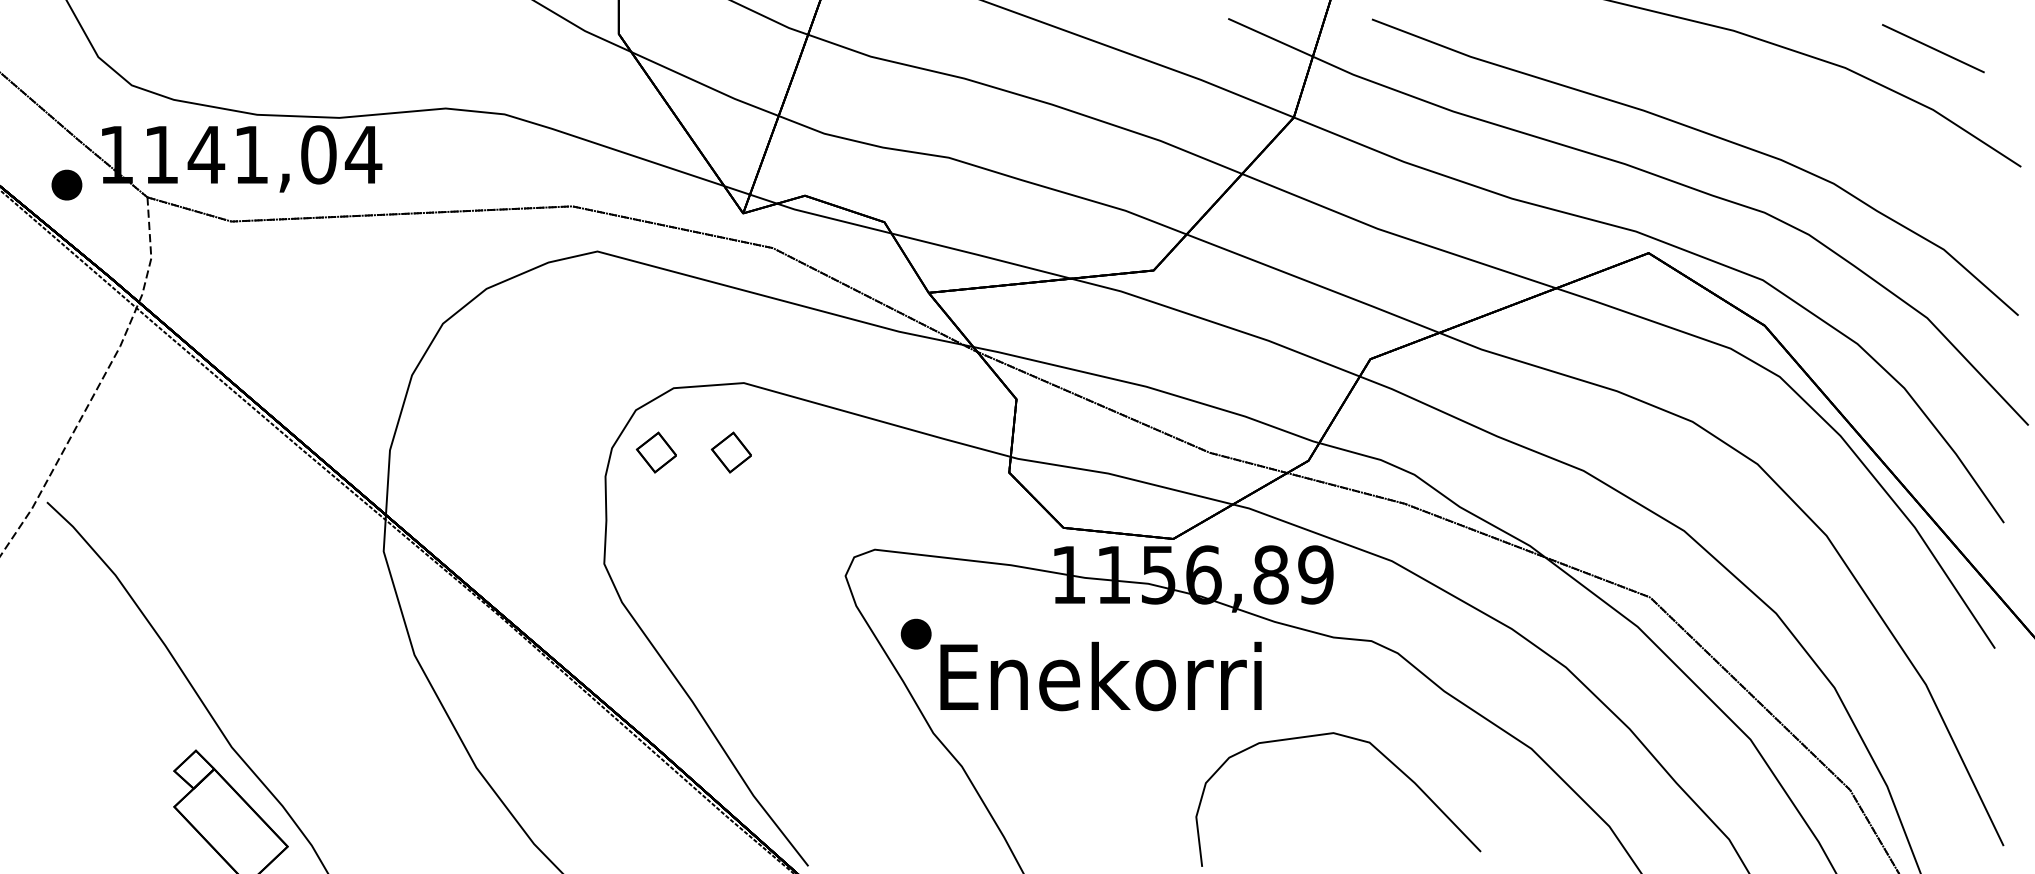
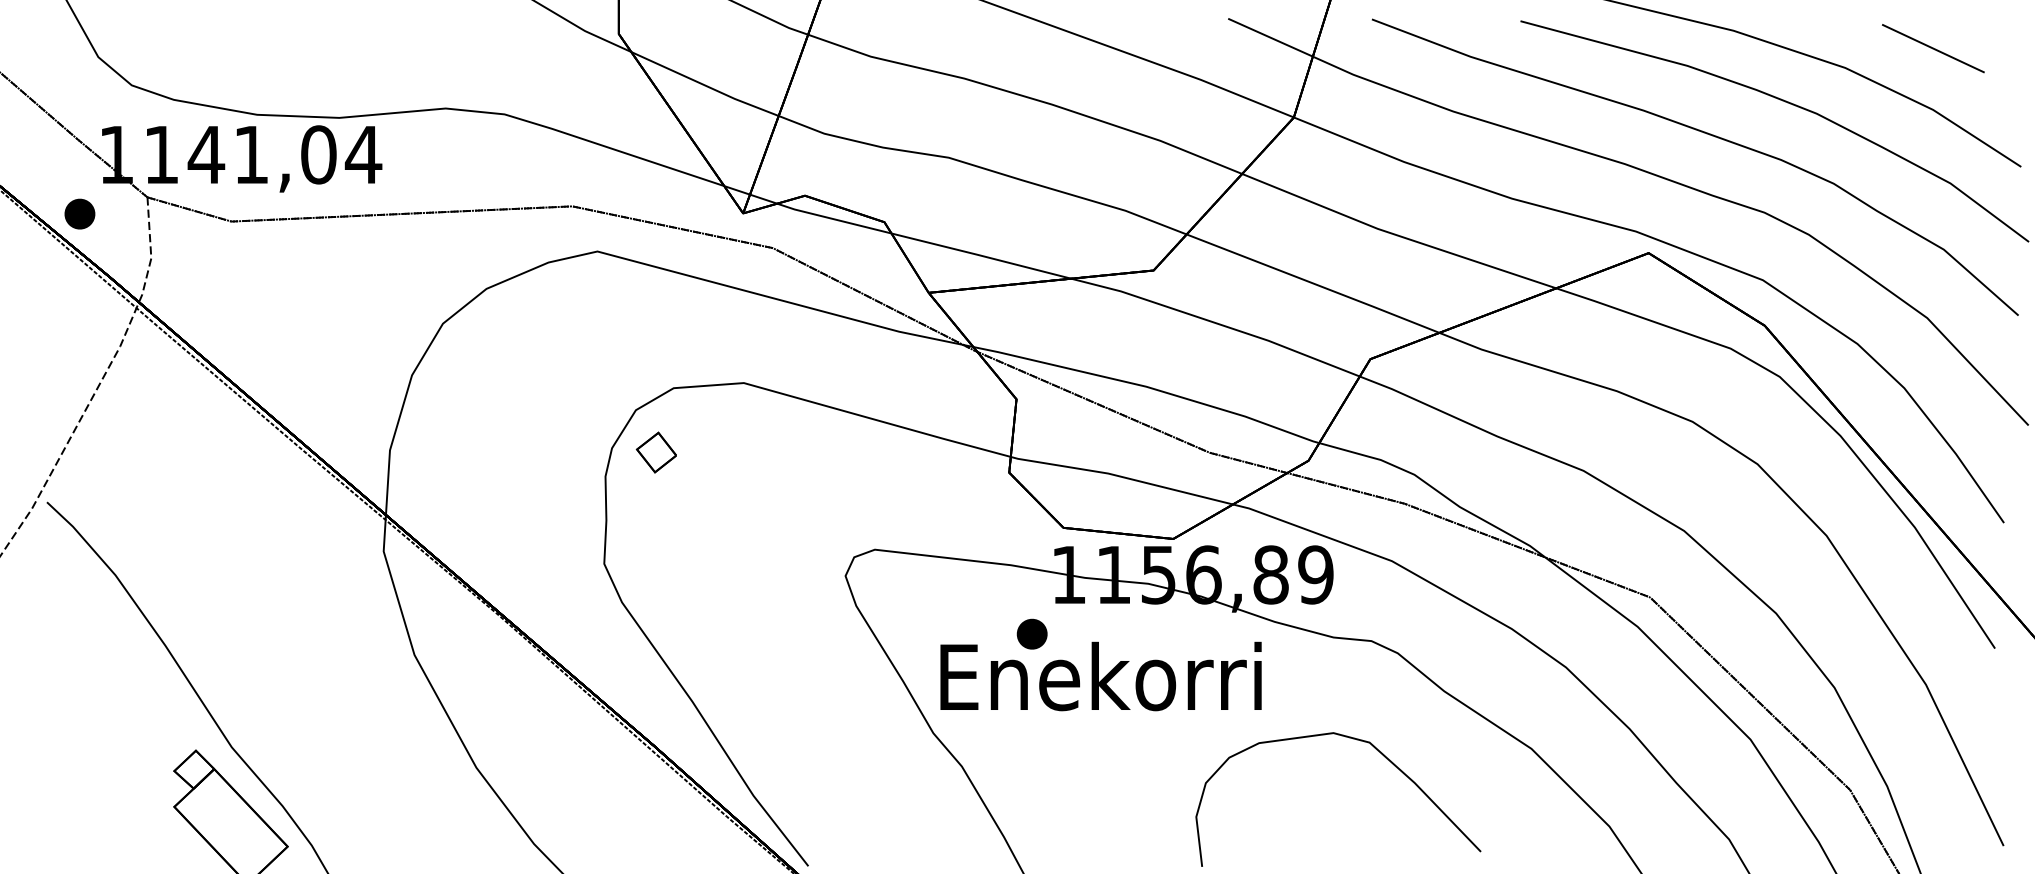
part at (1787, 103): none -> present
part at (66, 184) position: (66, 184) -> (79, 213)
part at (730, 452): present -> none
part at (915, 633) position: (915, 633) -> (1031, 633)
